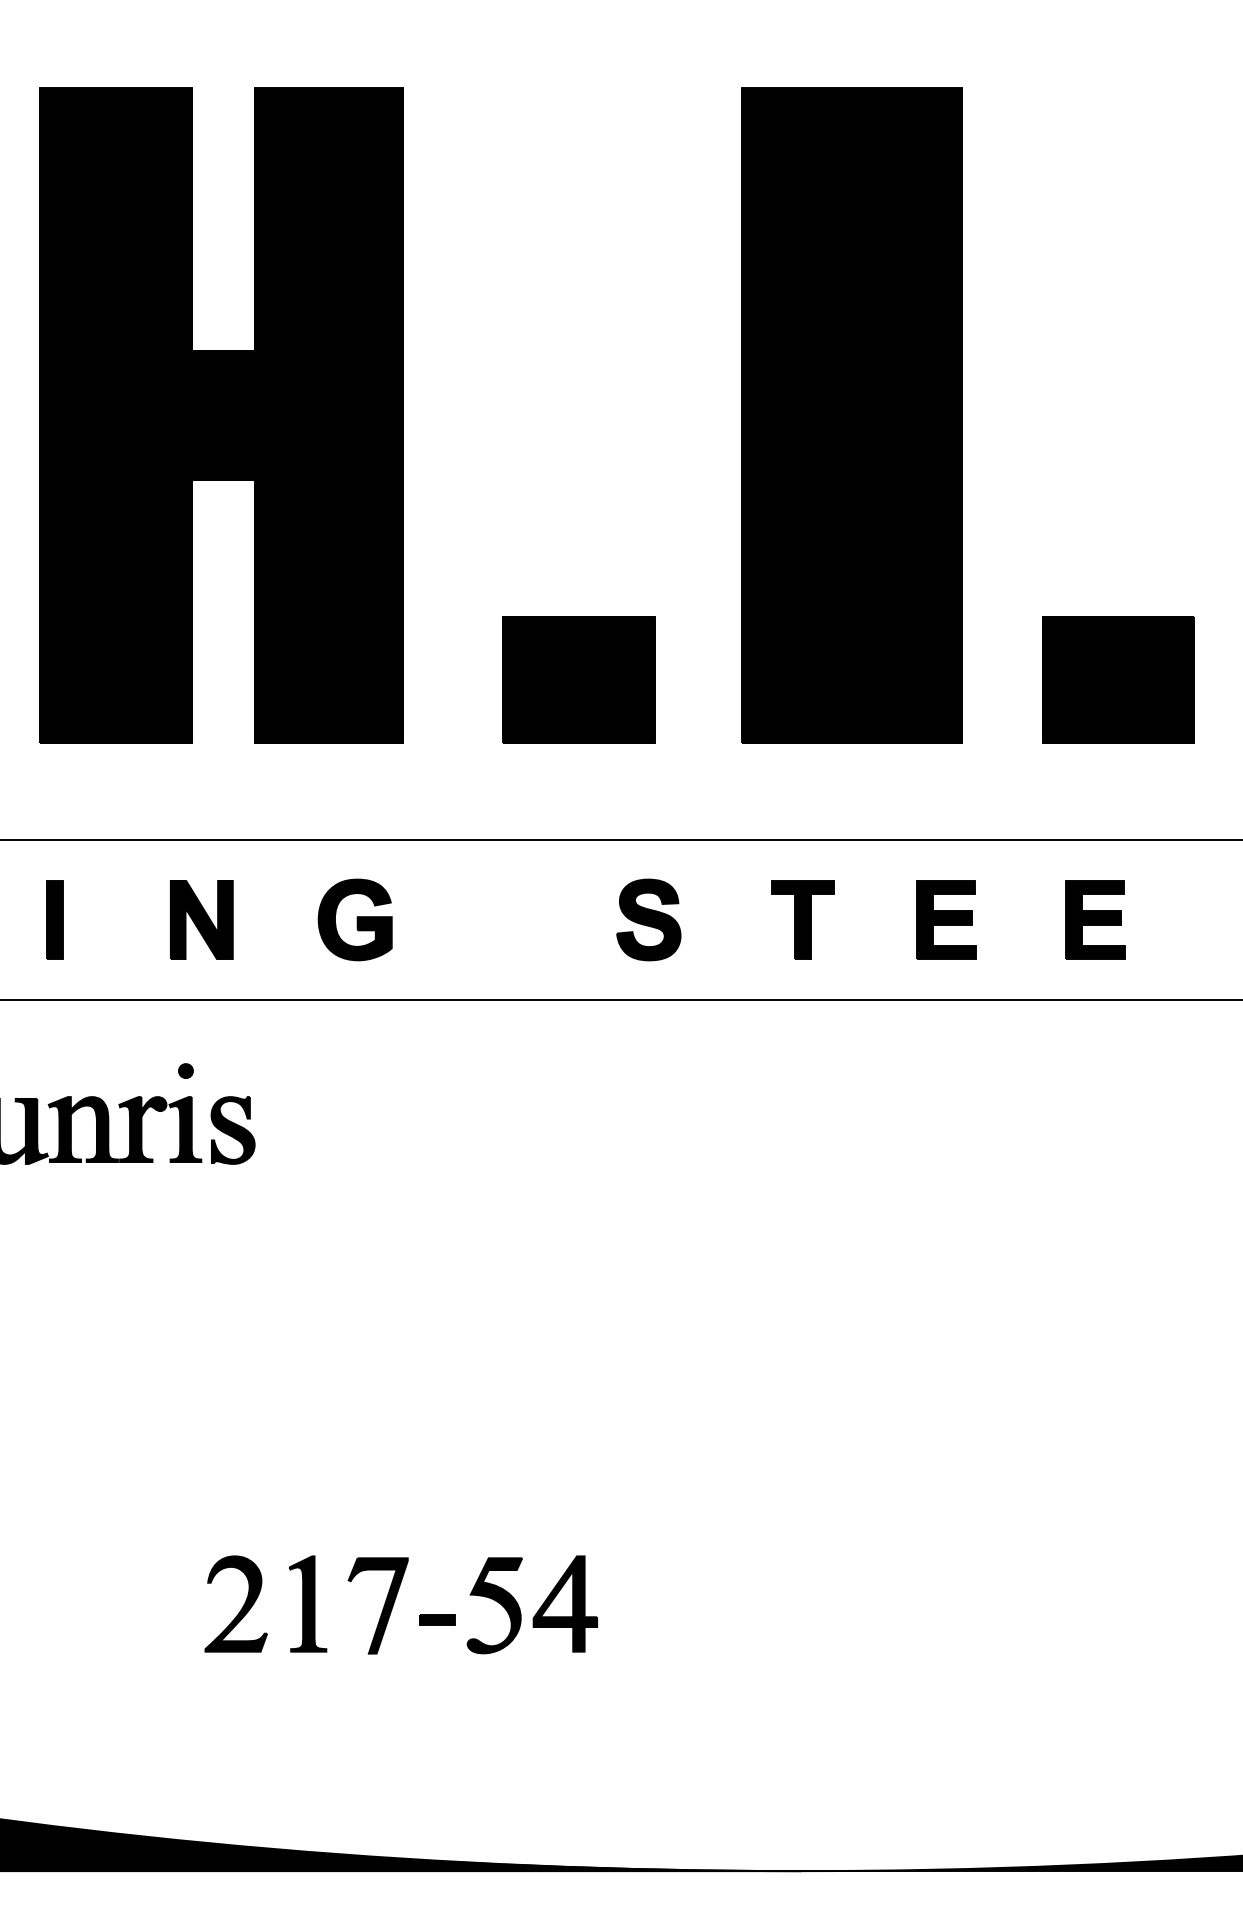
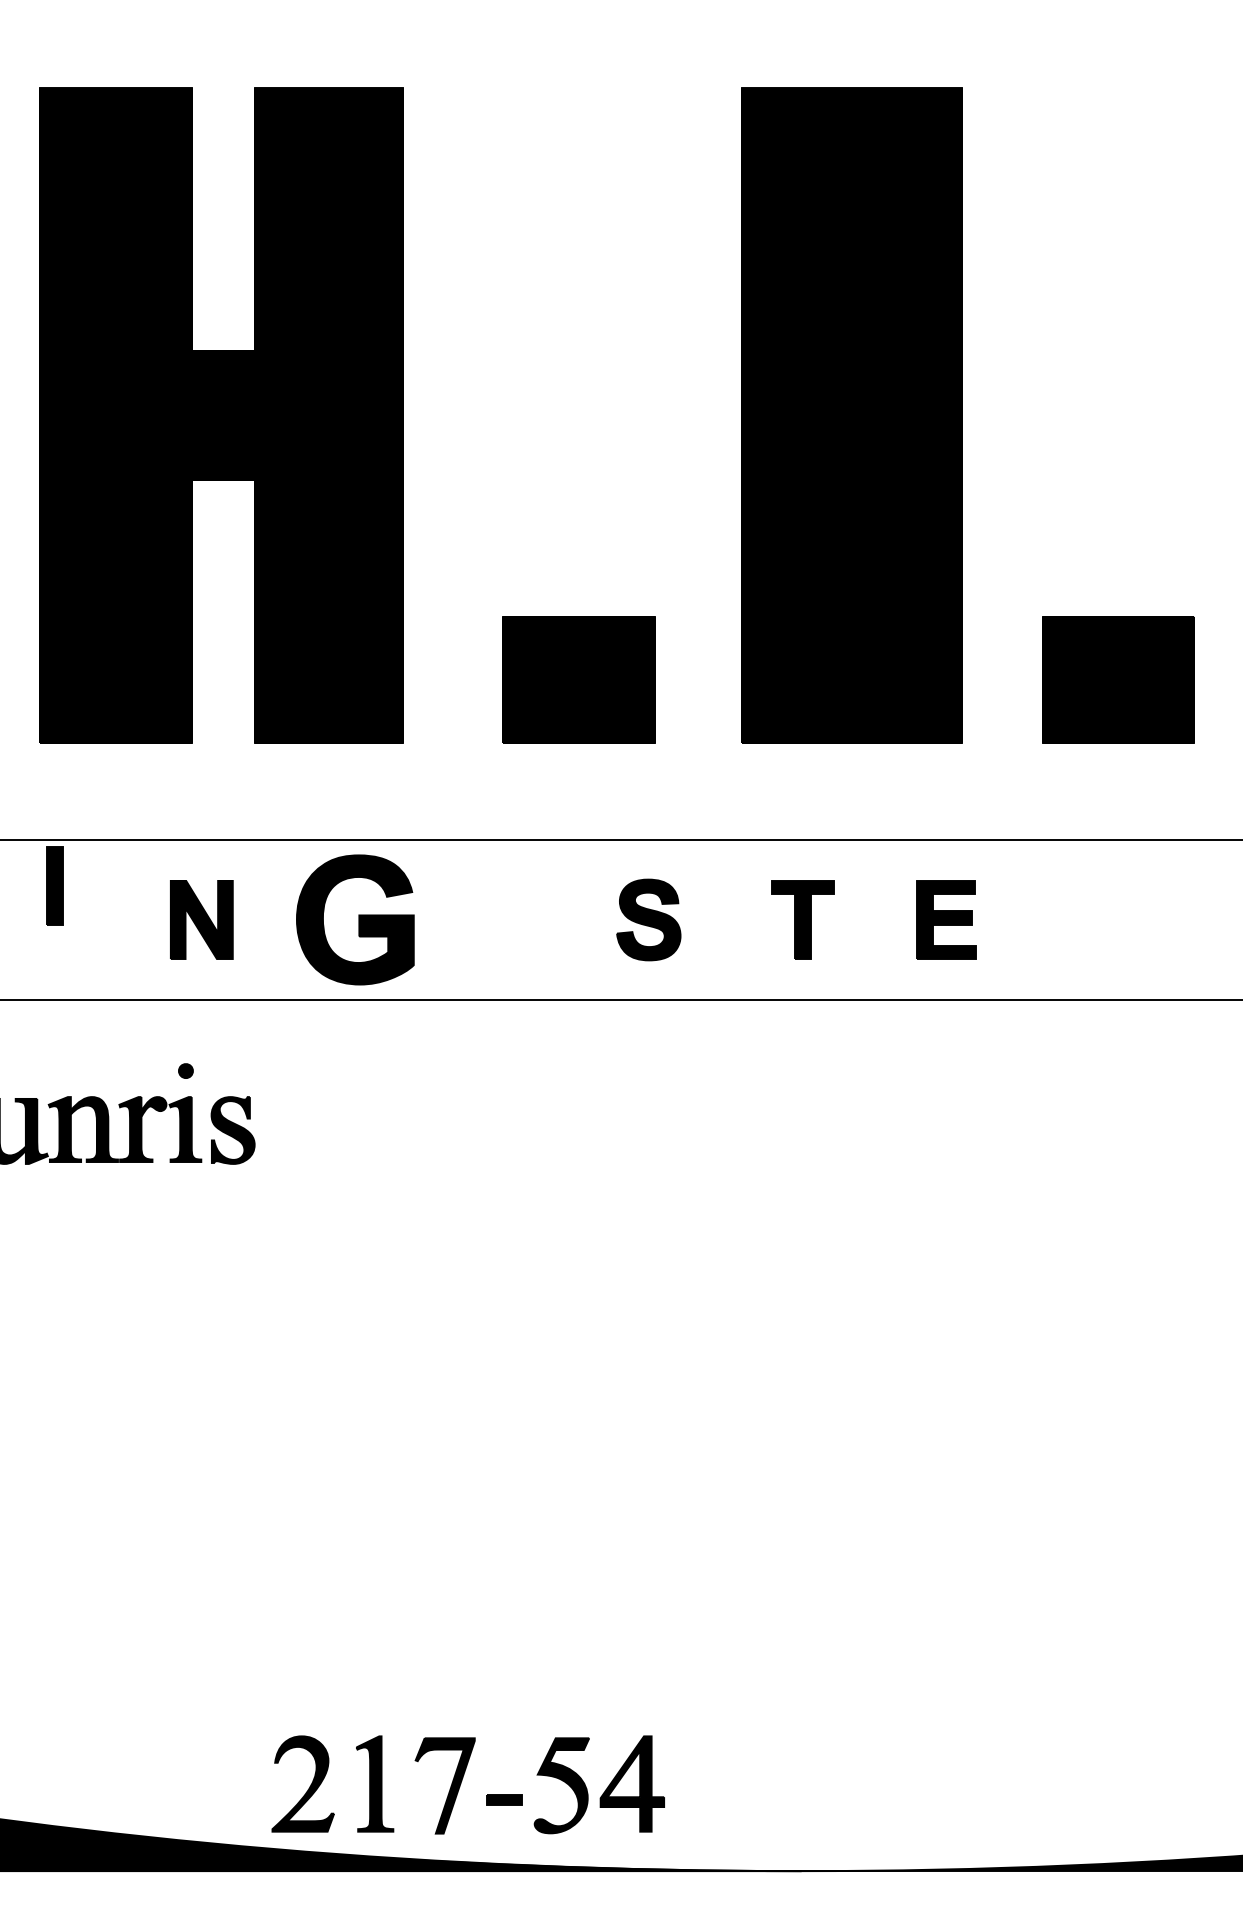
part at (54, 919) position: (54, 919) -> (54, 885)
part at (354, 919) size: 76x84 px -> 119x132 px
part at (1095, 919): present -> none
part at (400, 1604) position: (400, 1604) -> (467, 1784)
